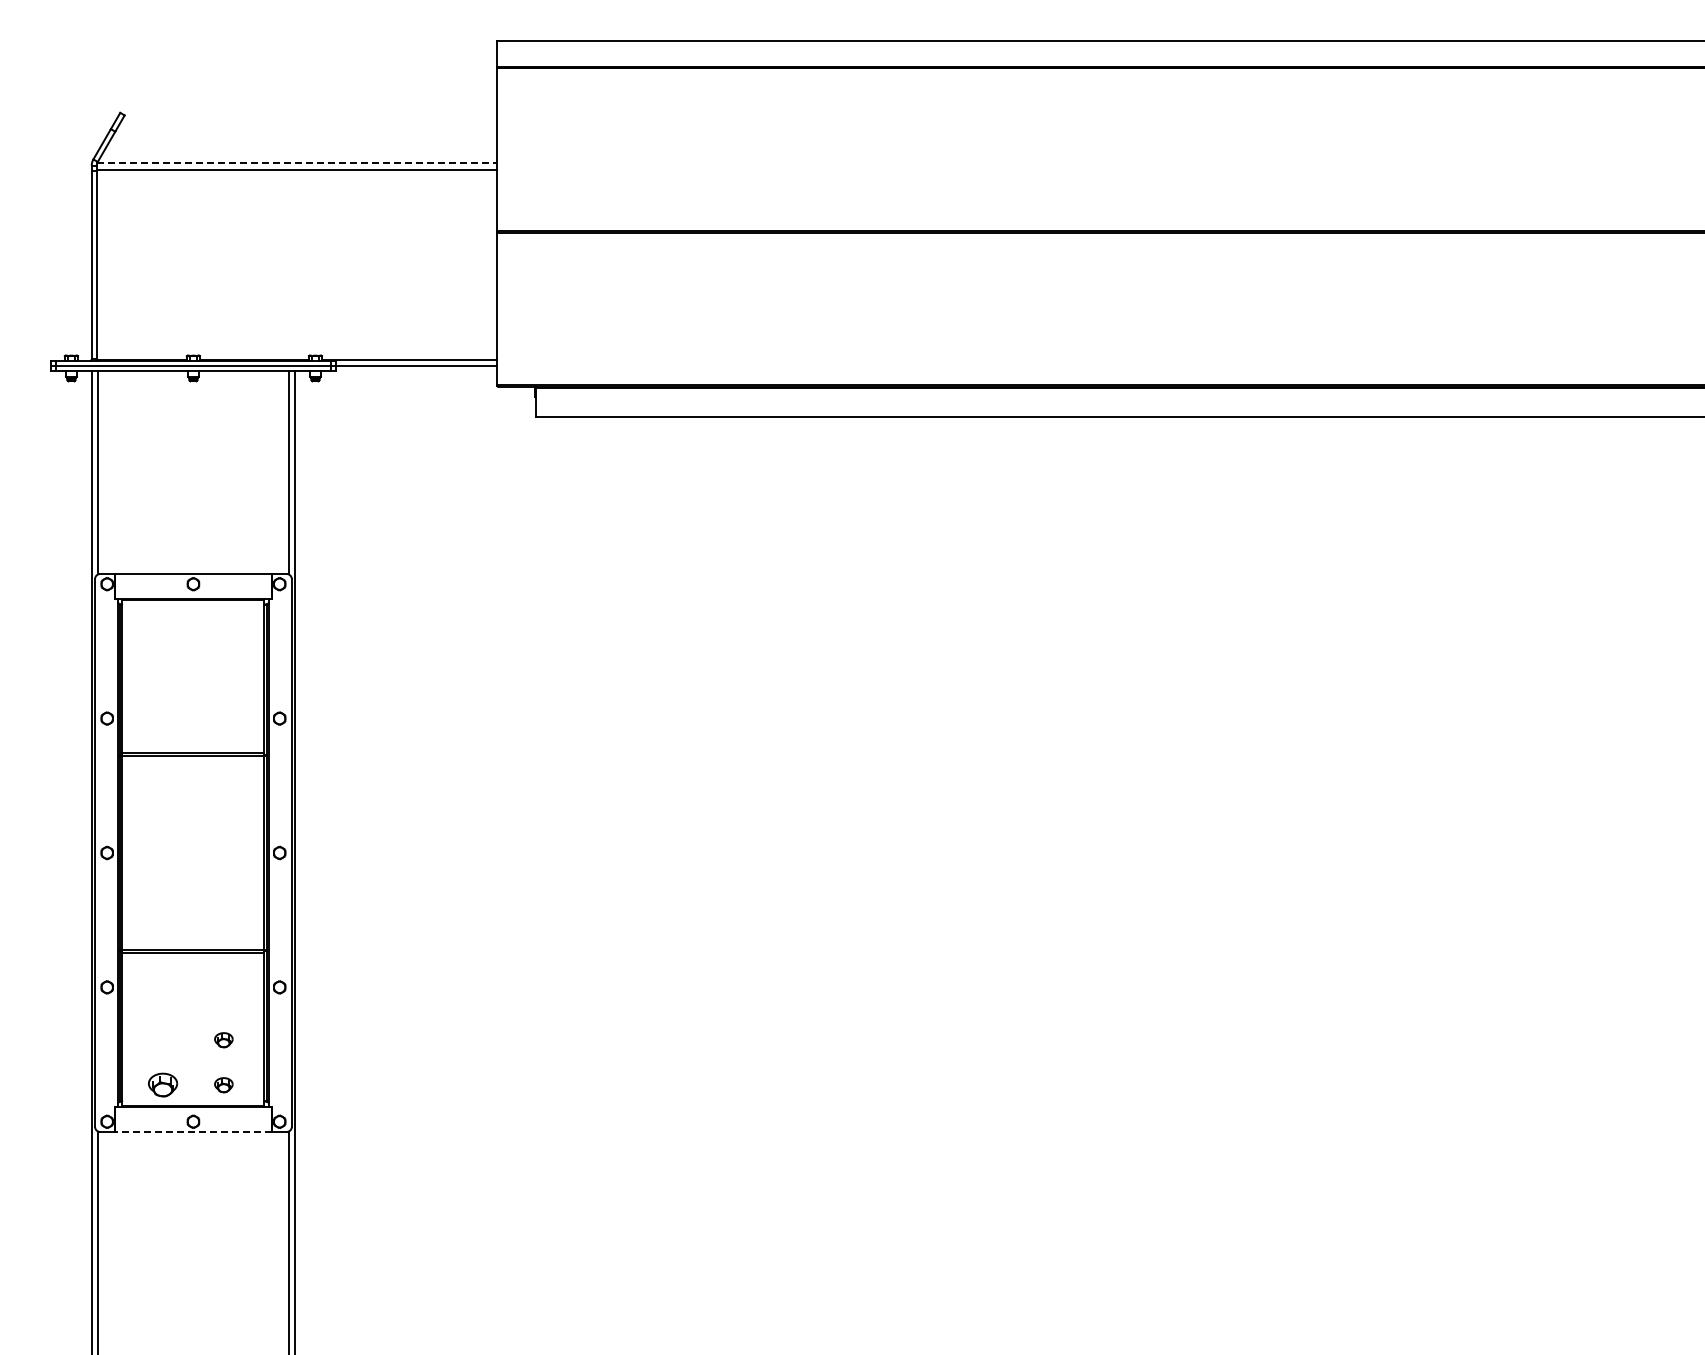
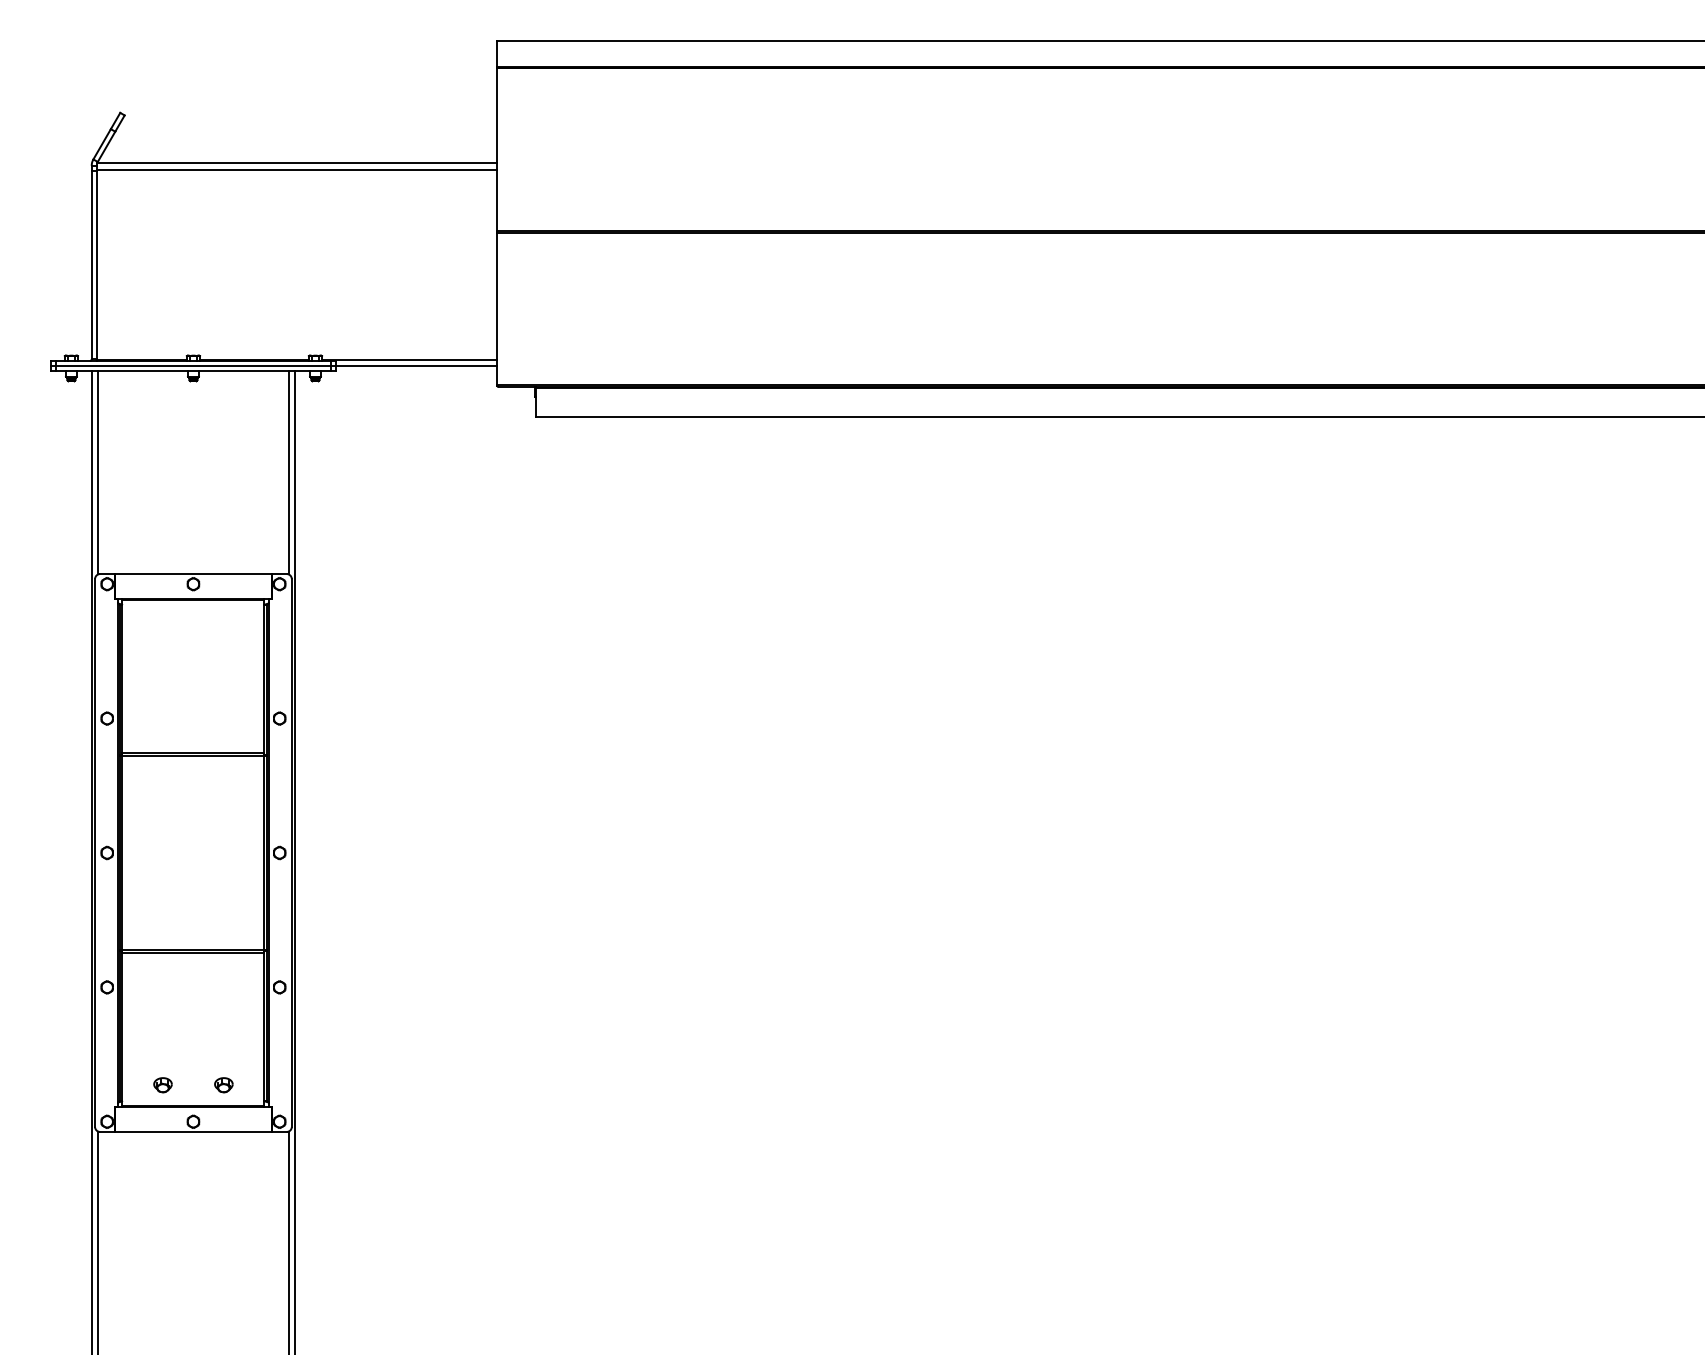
line at (297, 163): dashed -> solid
part at (223, 1040): present -> none
part at (163, 1084) size: 31x26 px -> 20x17 px
line at (192, 1131): dashed -> solid
